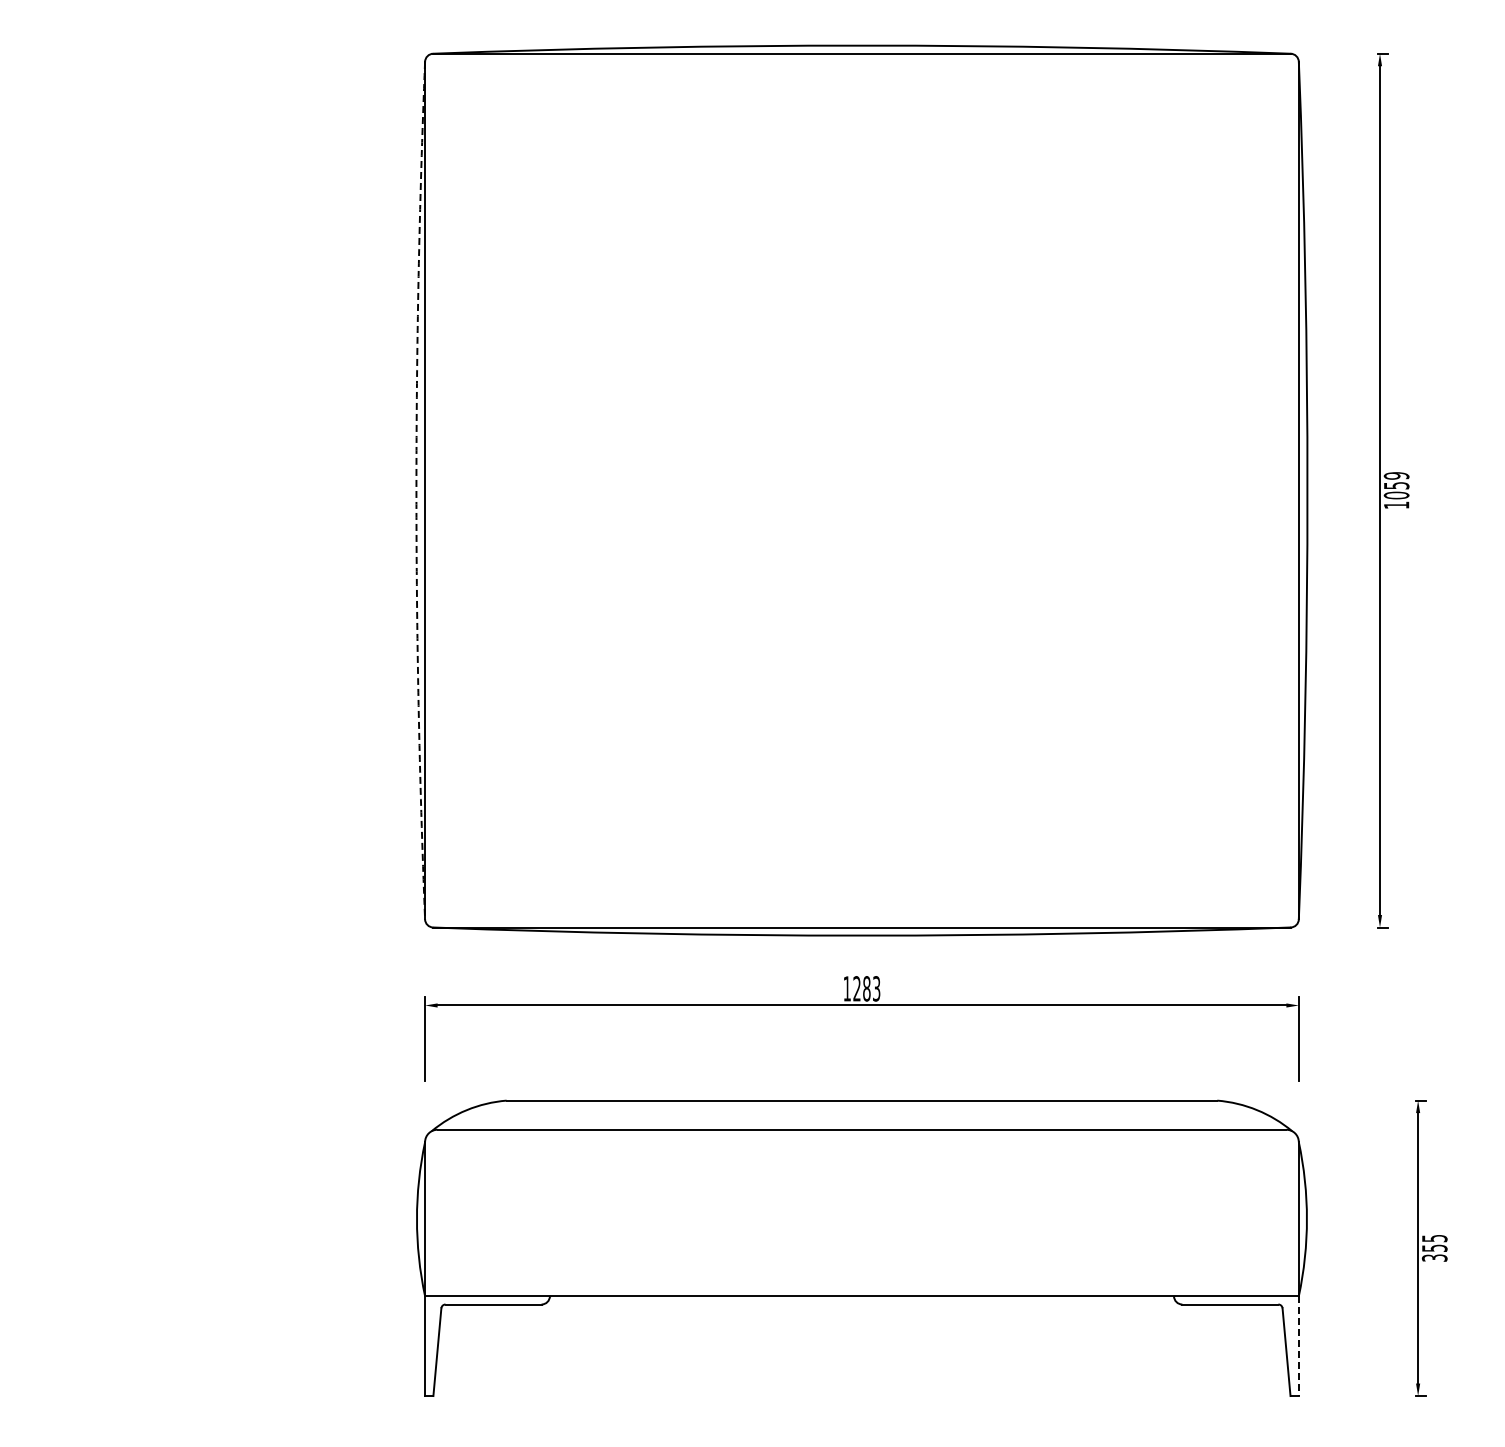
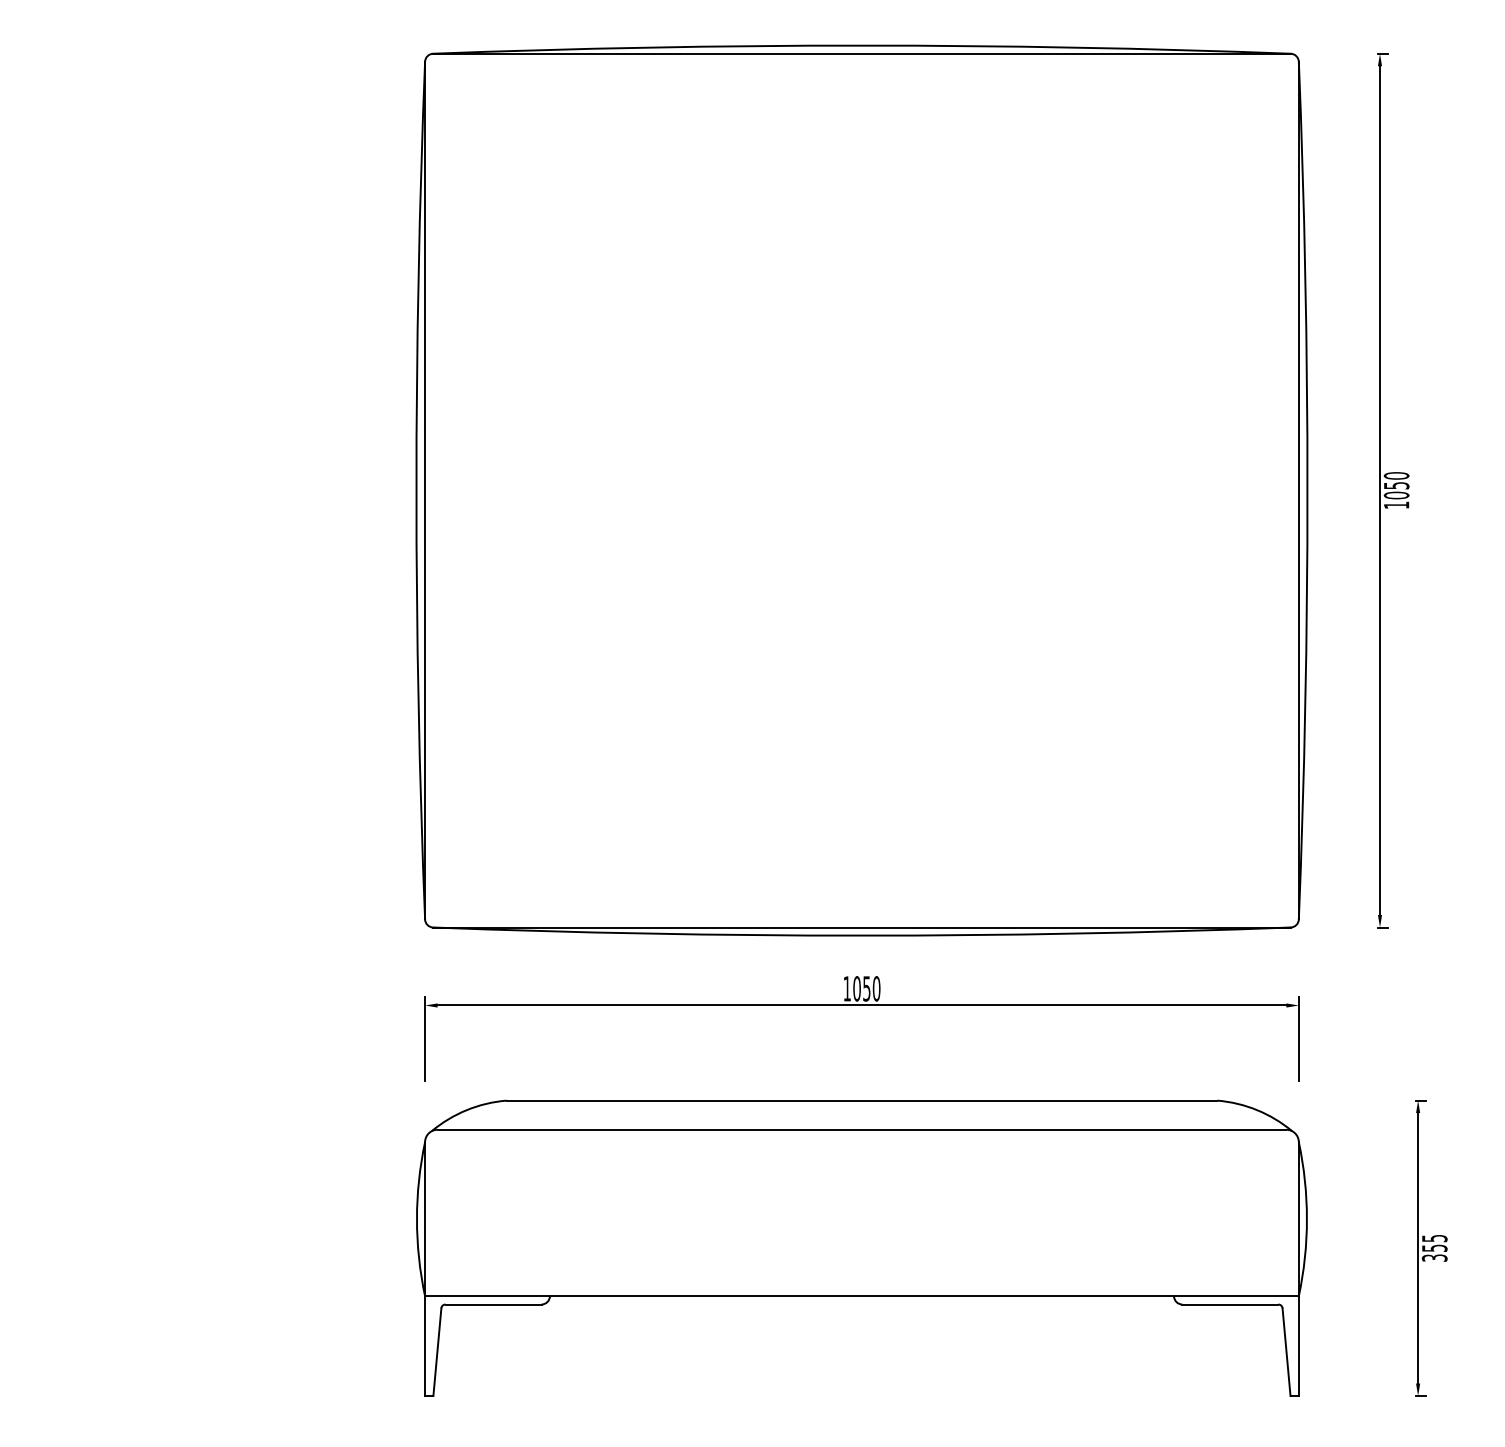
text at (1396, 475): 1059 -> 1050
arc at (416, 490): dashed -> solid
text at (866, 988): 1283 -> 1050
line at (1298, 1346): dashed -> solid
